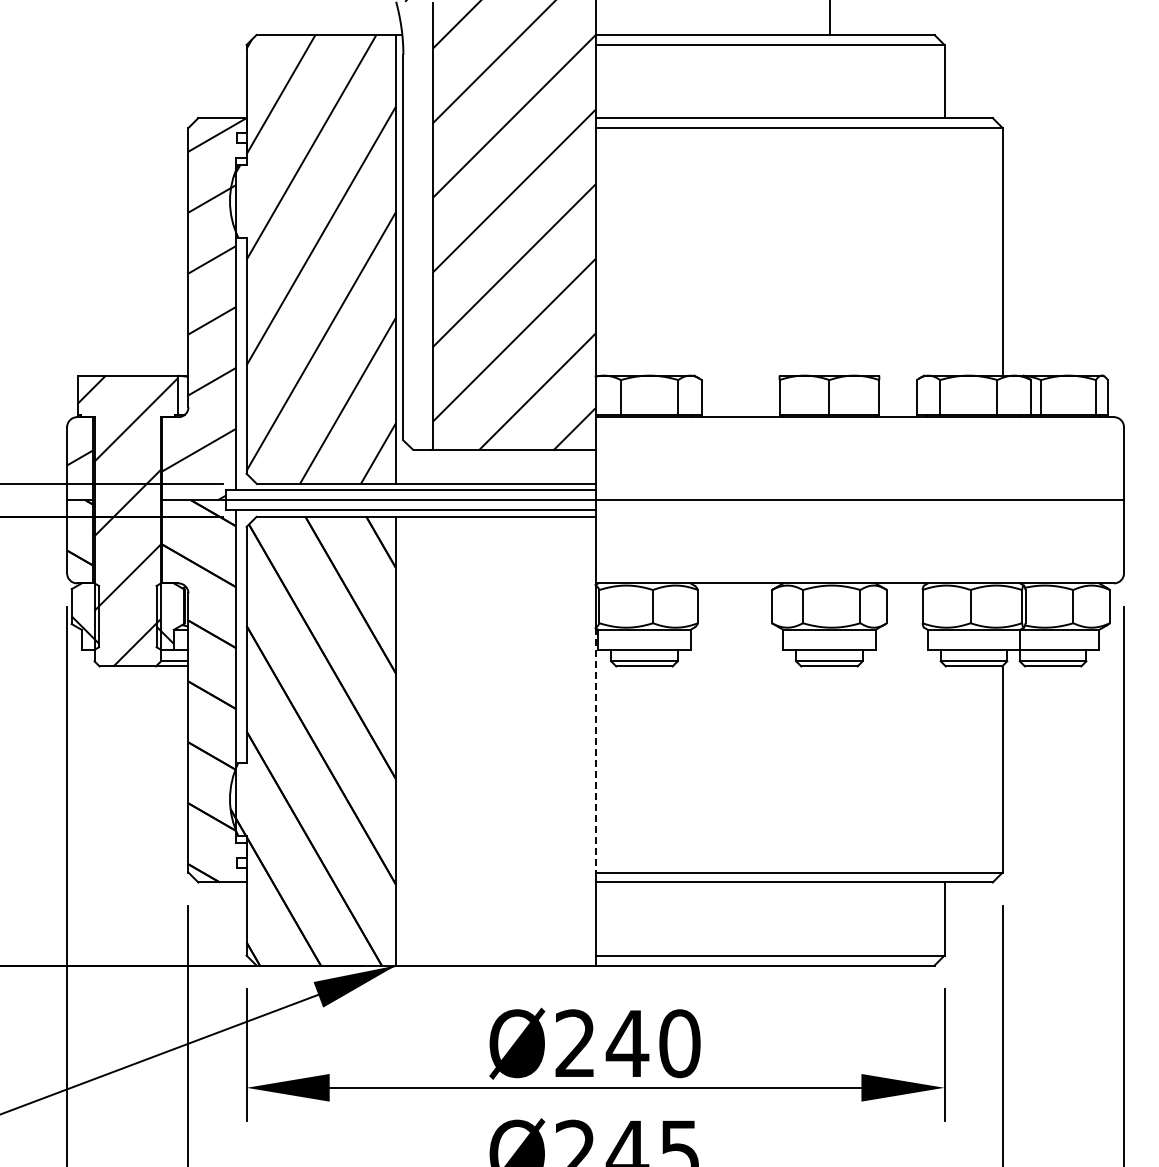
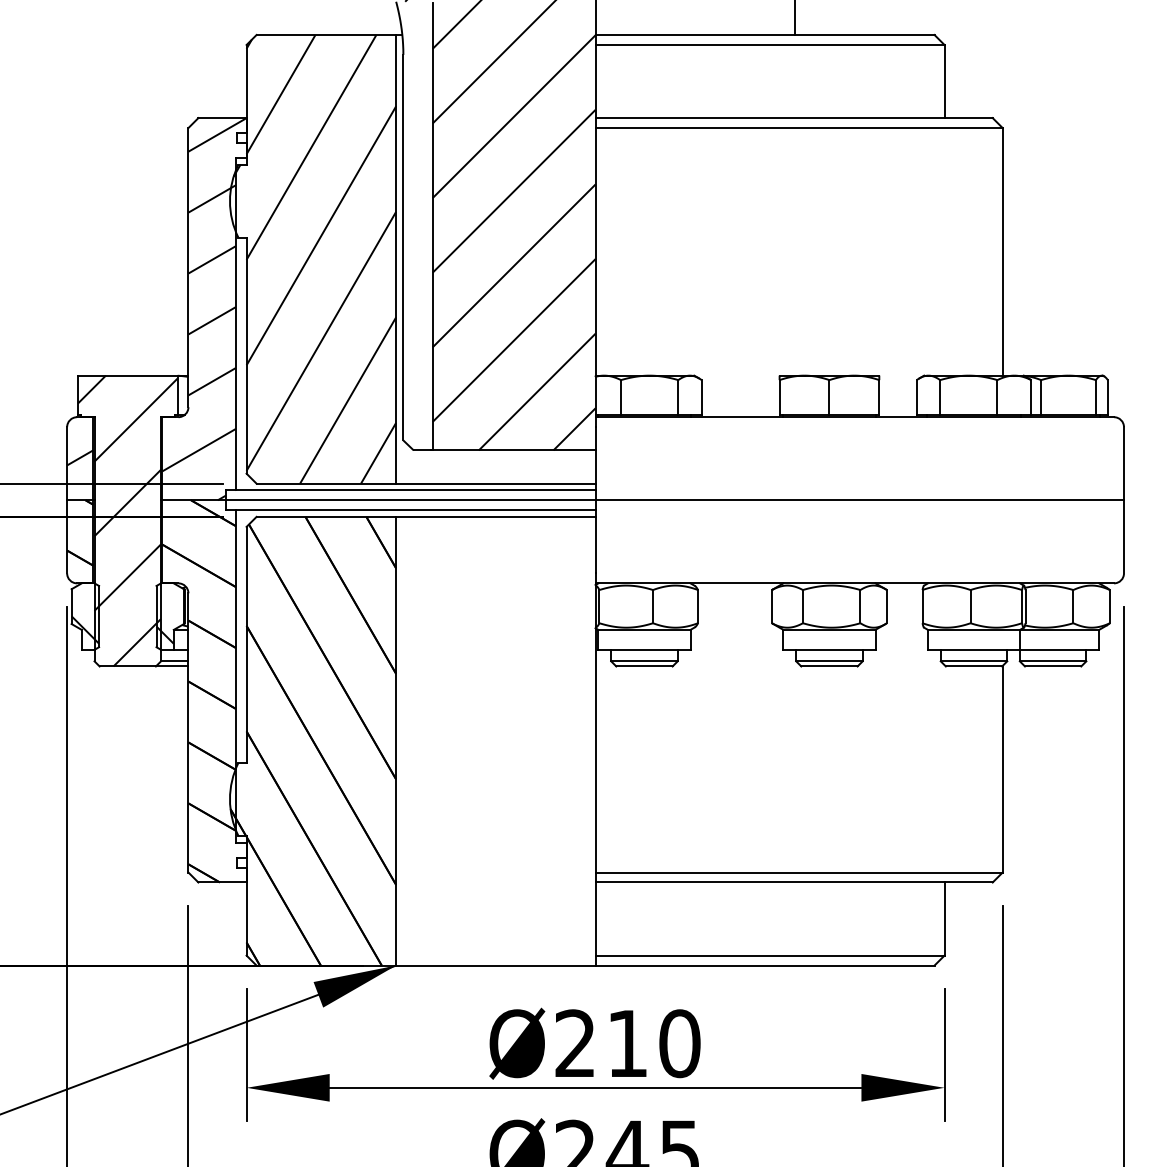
line at (829, 18) position: (829, 18) -> (794, 18)
line at (595, 750): dashed -> solid
text at (627, 1043): Ø240 -> Ø210
